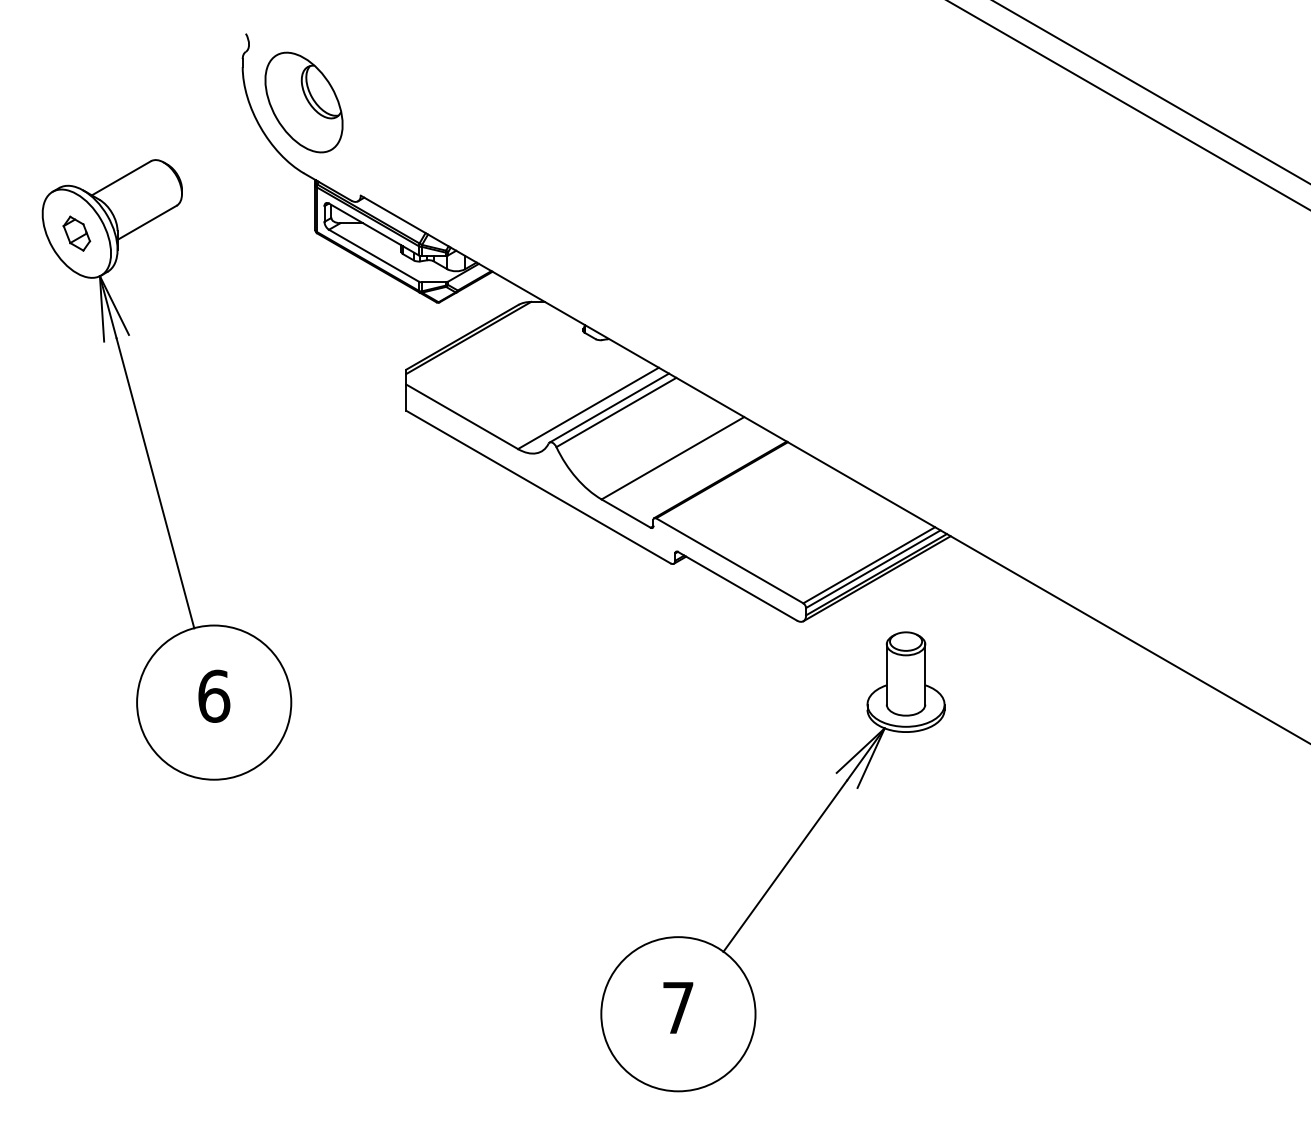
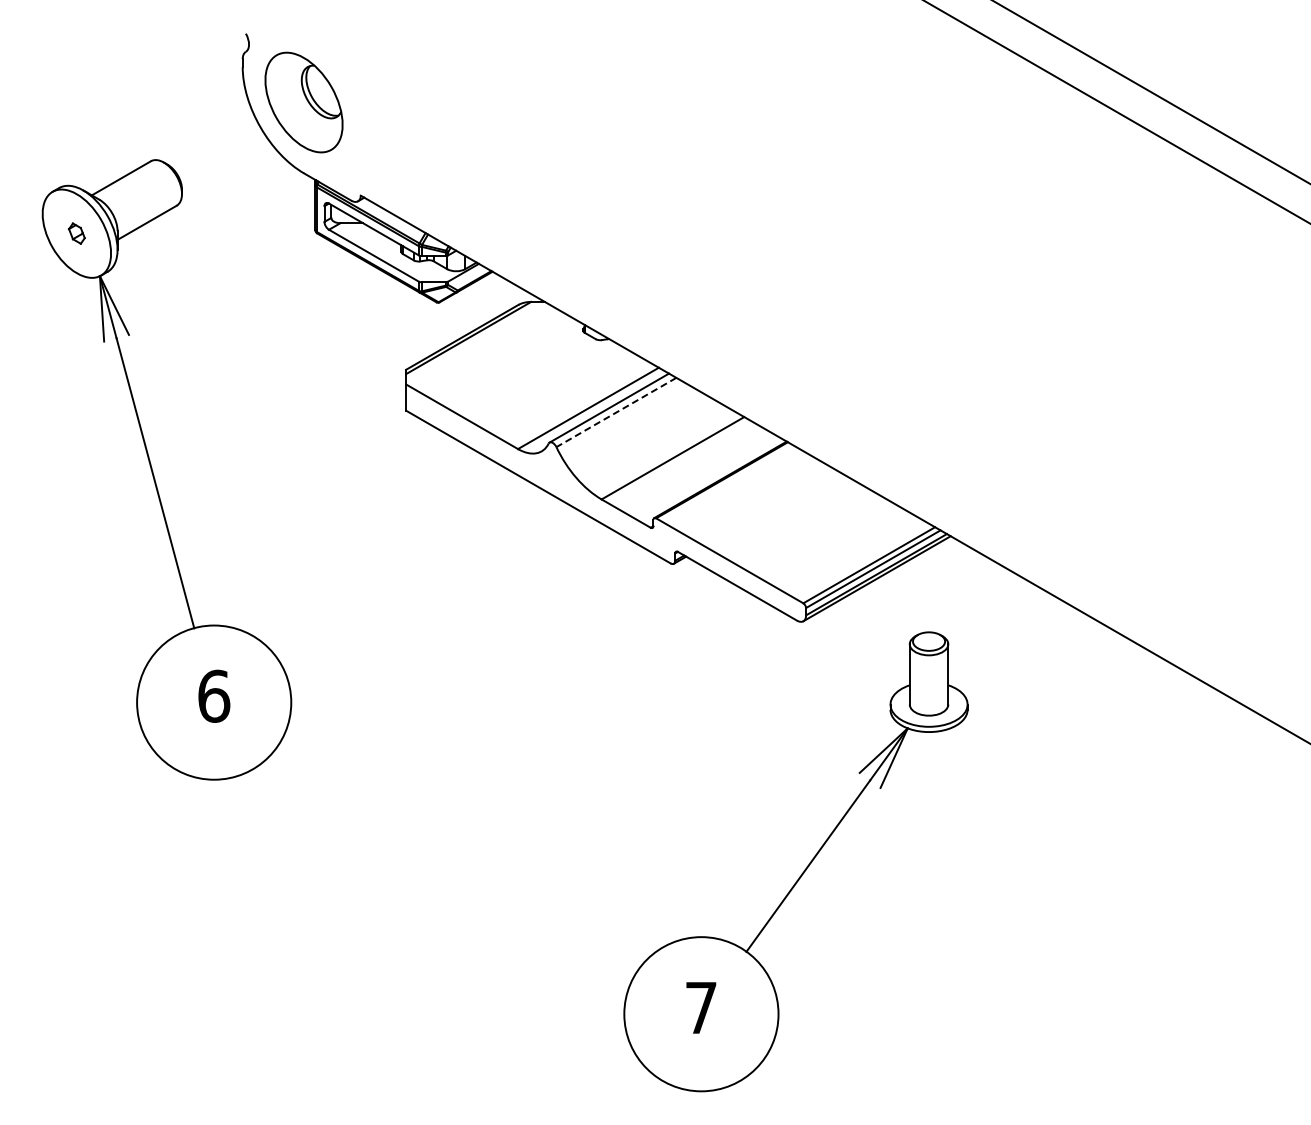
line at (1128, 105) position: (1128, 105) -> (1116, 112)
part at (76, 233) size: 30x37 px -> 19x23 px
line at (616, 412): solid -> dashed
part at (781, 869) position: (781, 869) -> (804, 869)
